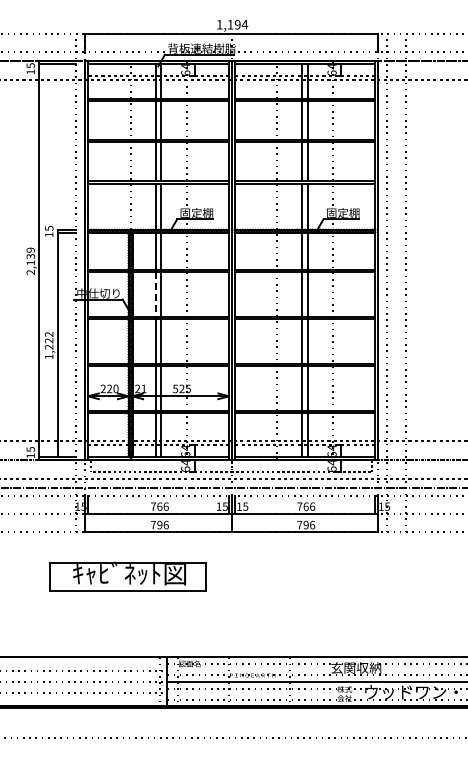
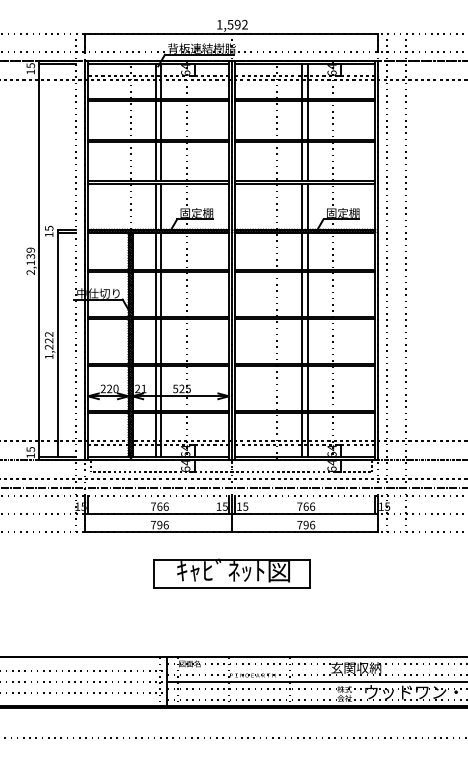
text at (237, 24): 1,194 -> 1,592
line at (156, 294): dashed -> solid
part at (127, 576) position: (127, 576) -> (231, 573)
